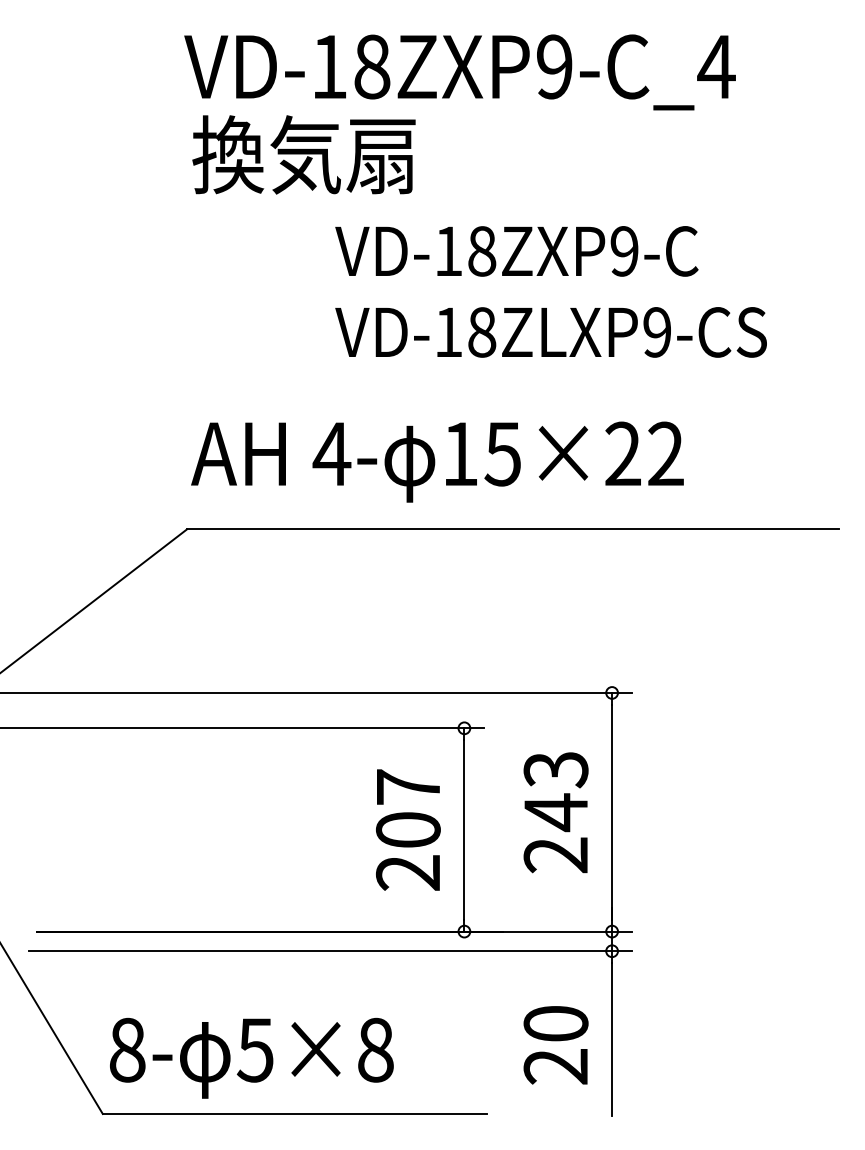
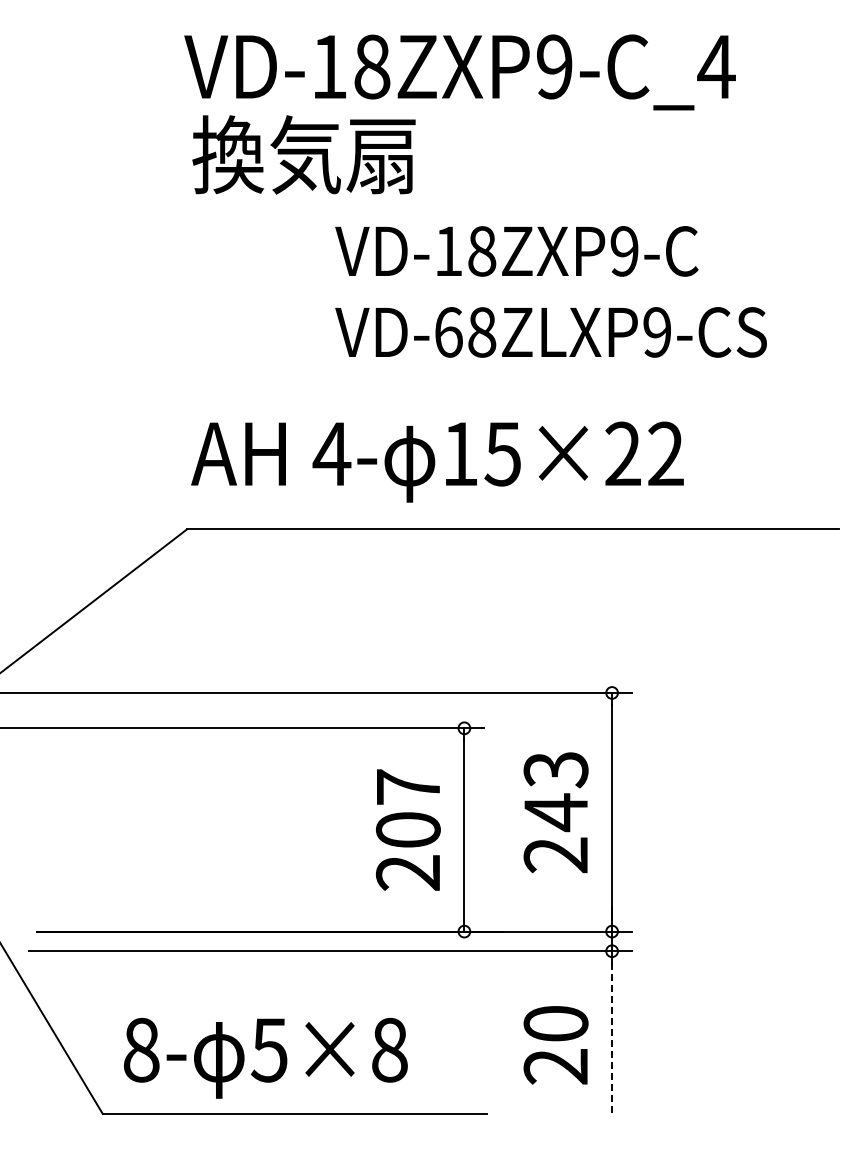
text at (448, 332): VD-18ZLXP9-CS -> VD-68ZLXP9-CS
line at (612, 1039): solid -> dashed
text at (251, 1057) position: (251, 1057) -> (265, 1057)
